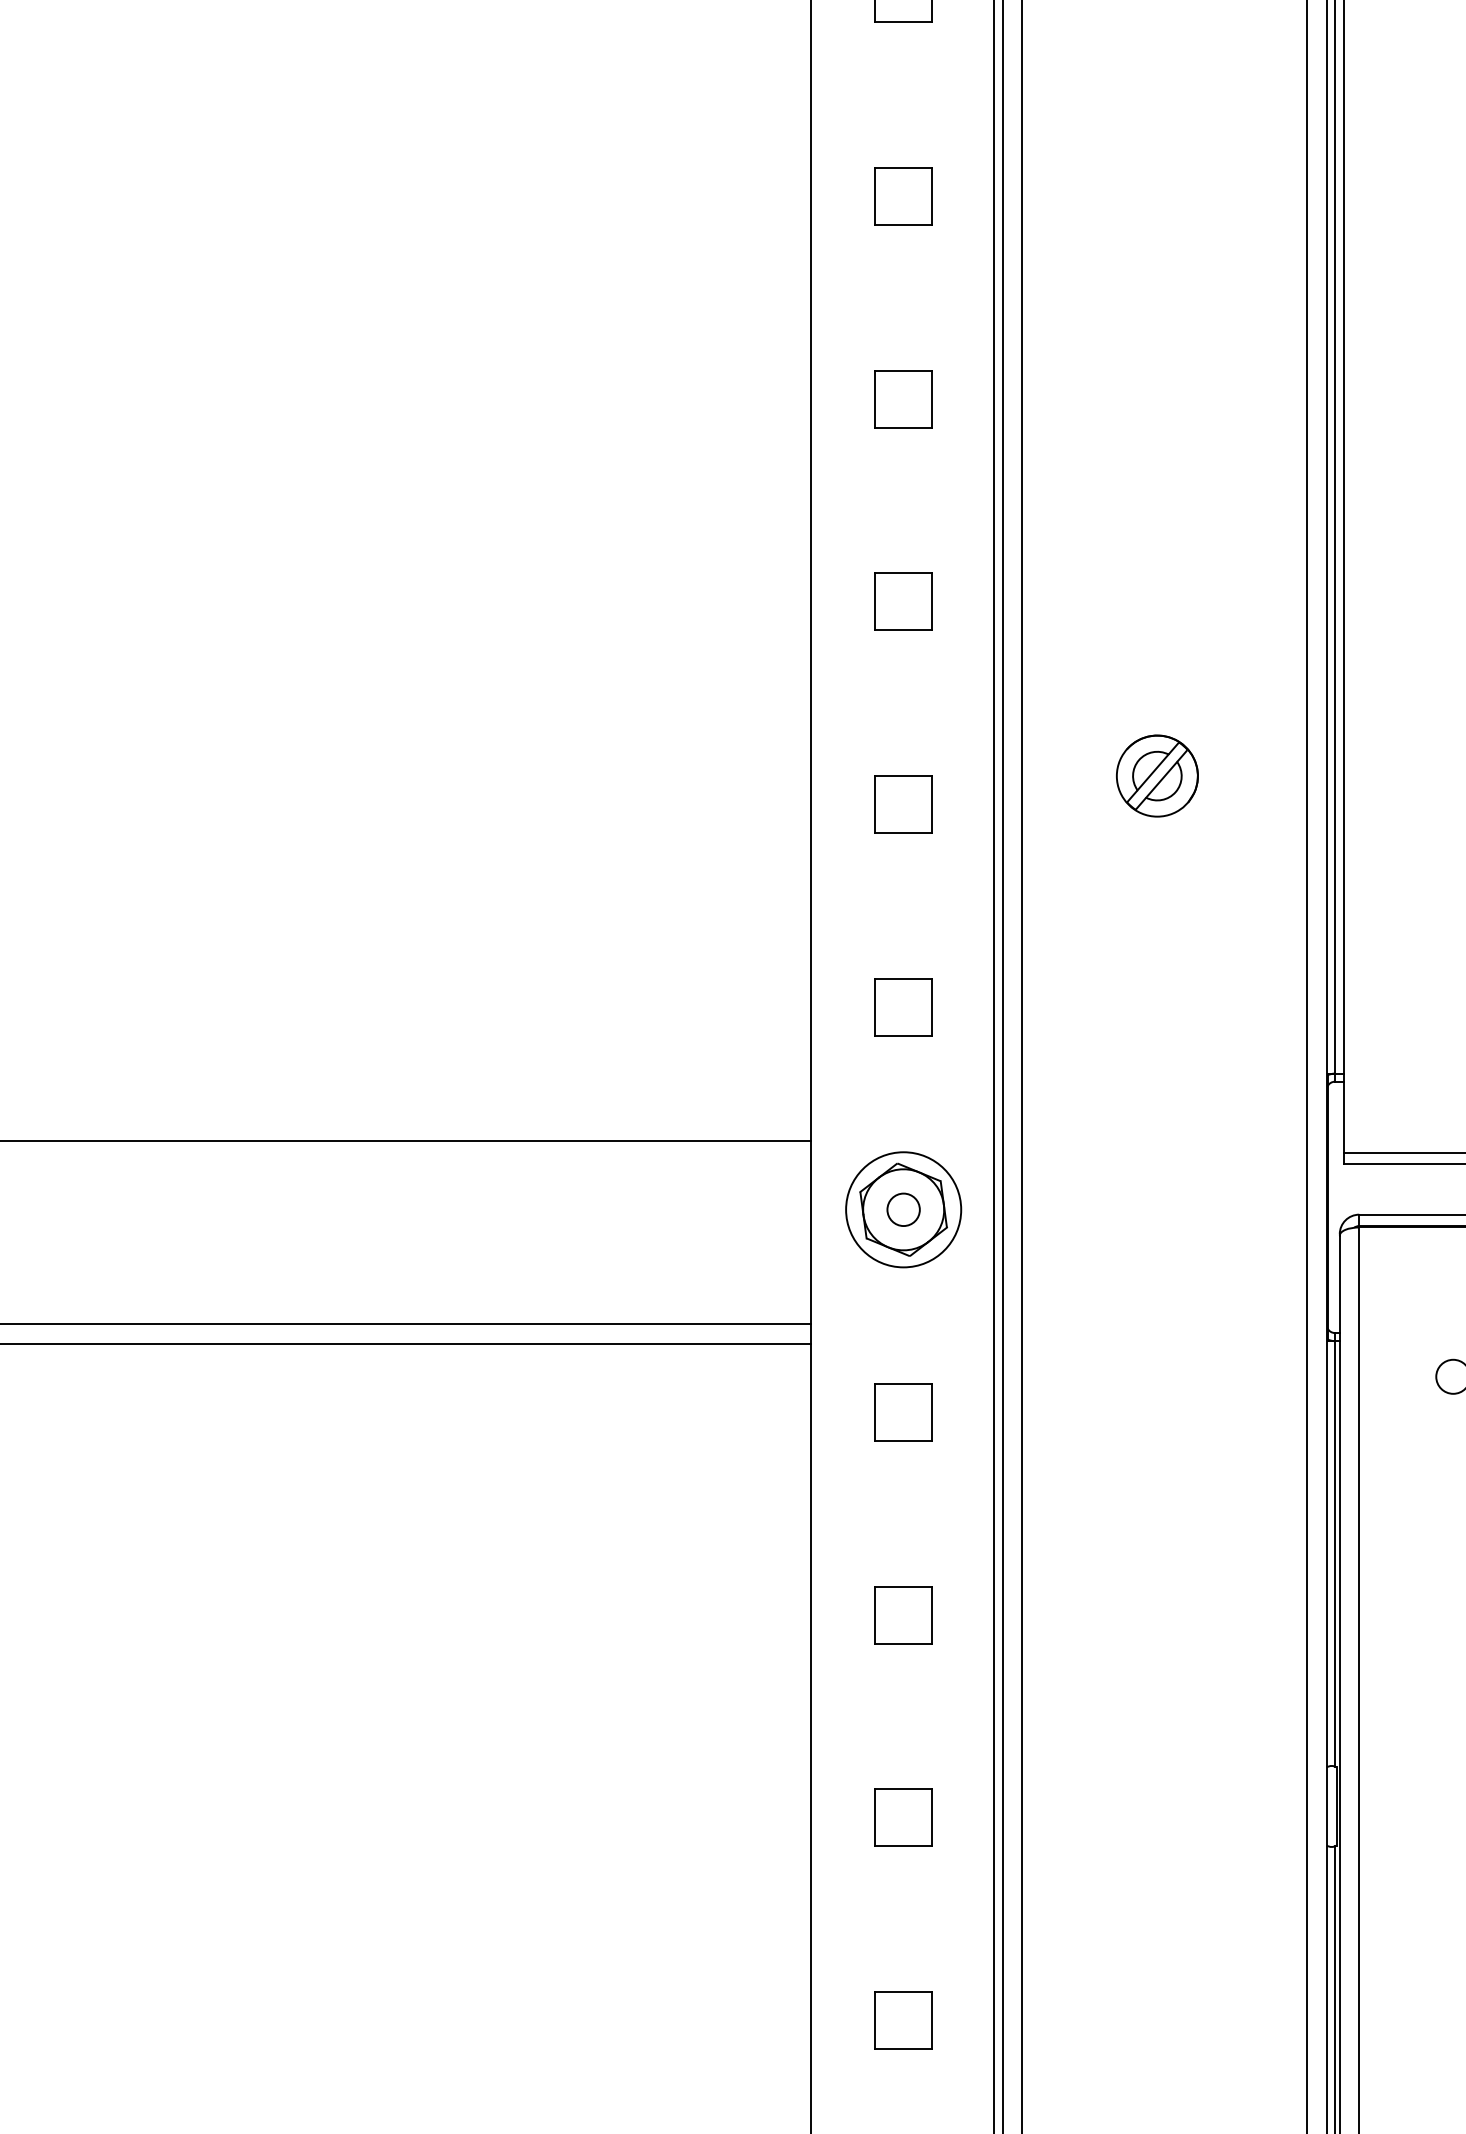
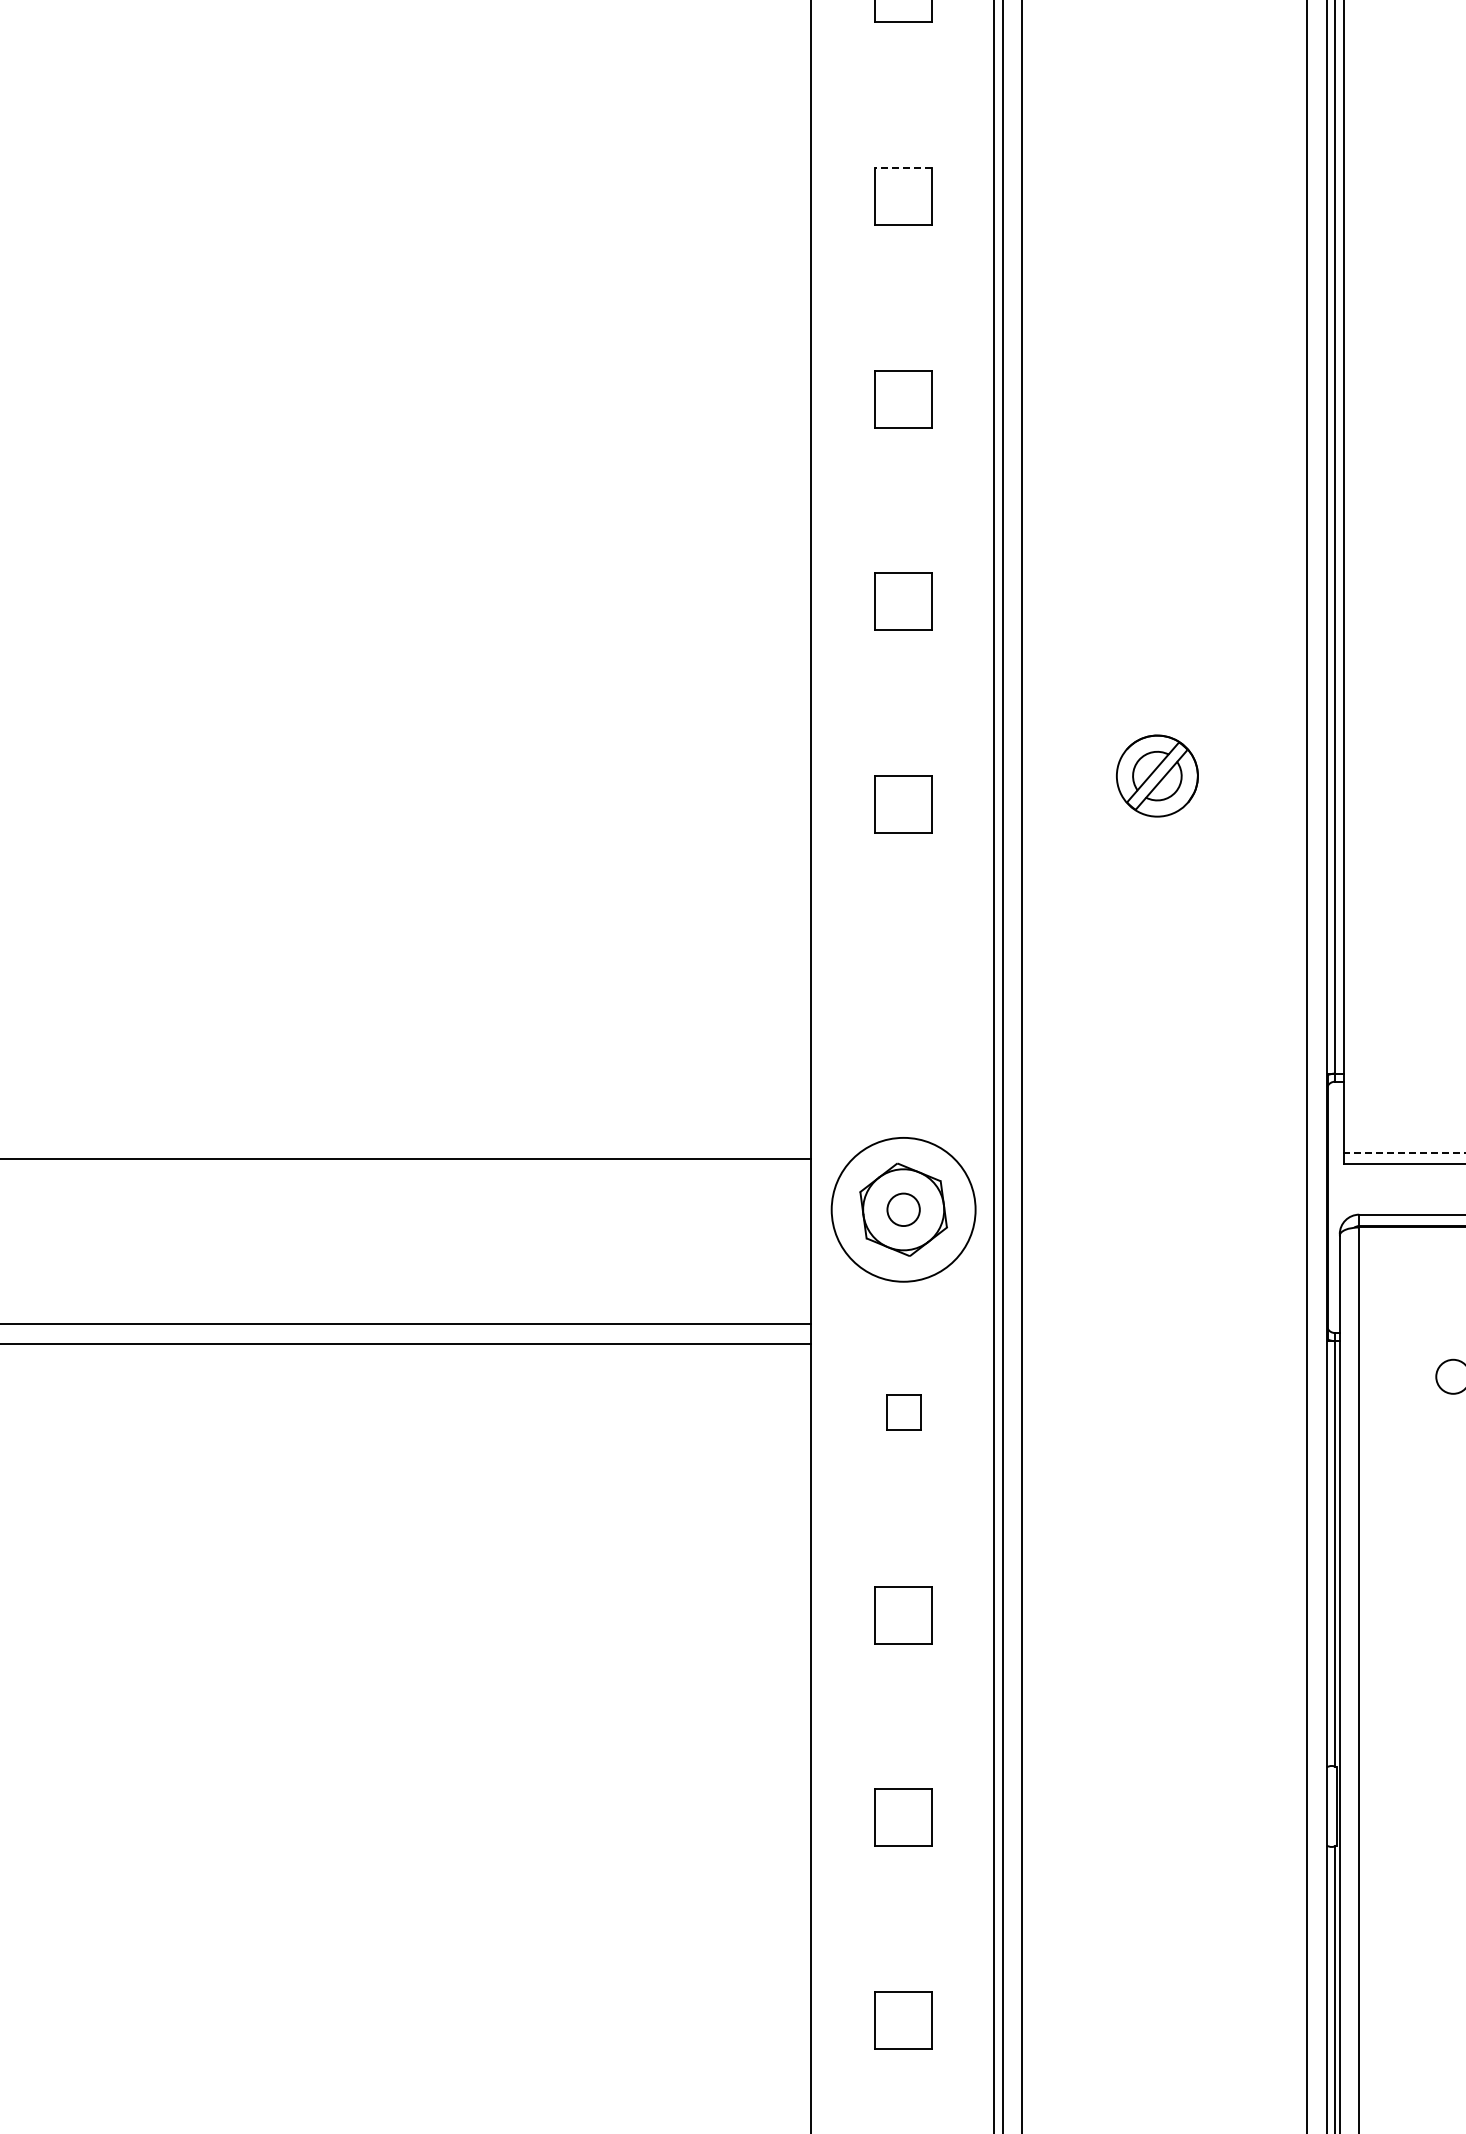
line at (903, 168): solid -> dashed
part at (903, 1007): present -> none
line at (406, 1140) position: (406, 1140) -> (406, 1158)
line at (1404, 1153): solid -> dashed
circle at (903, 1209) diameter: 115 px -> 144 px
part at (903, 1412) size: 59x59 px -> 36x37 px
